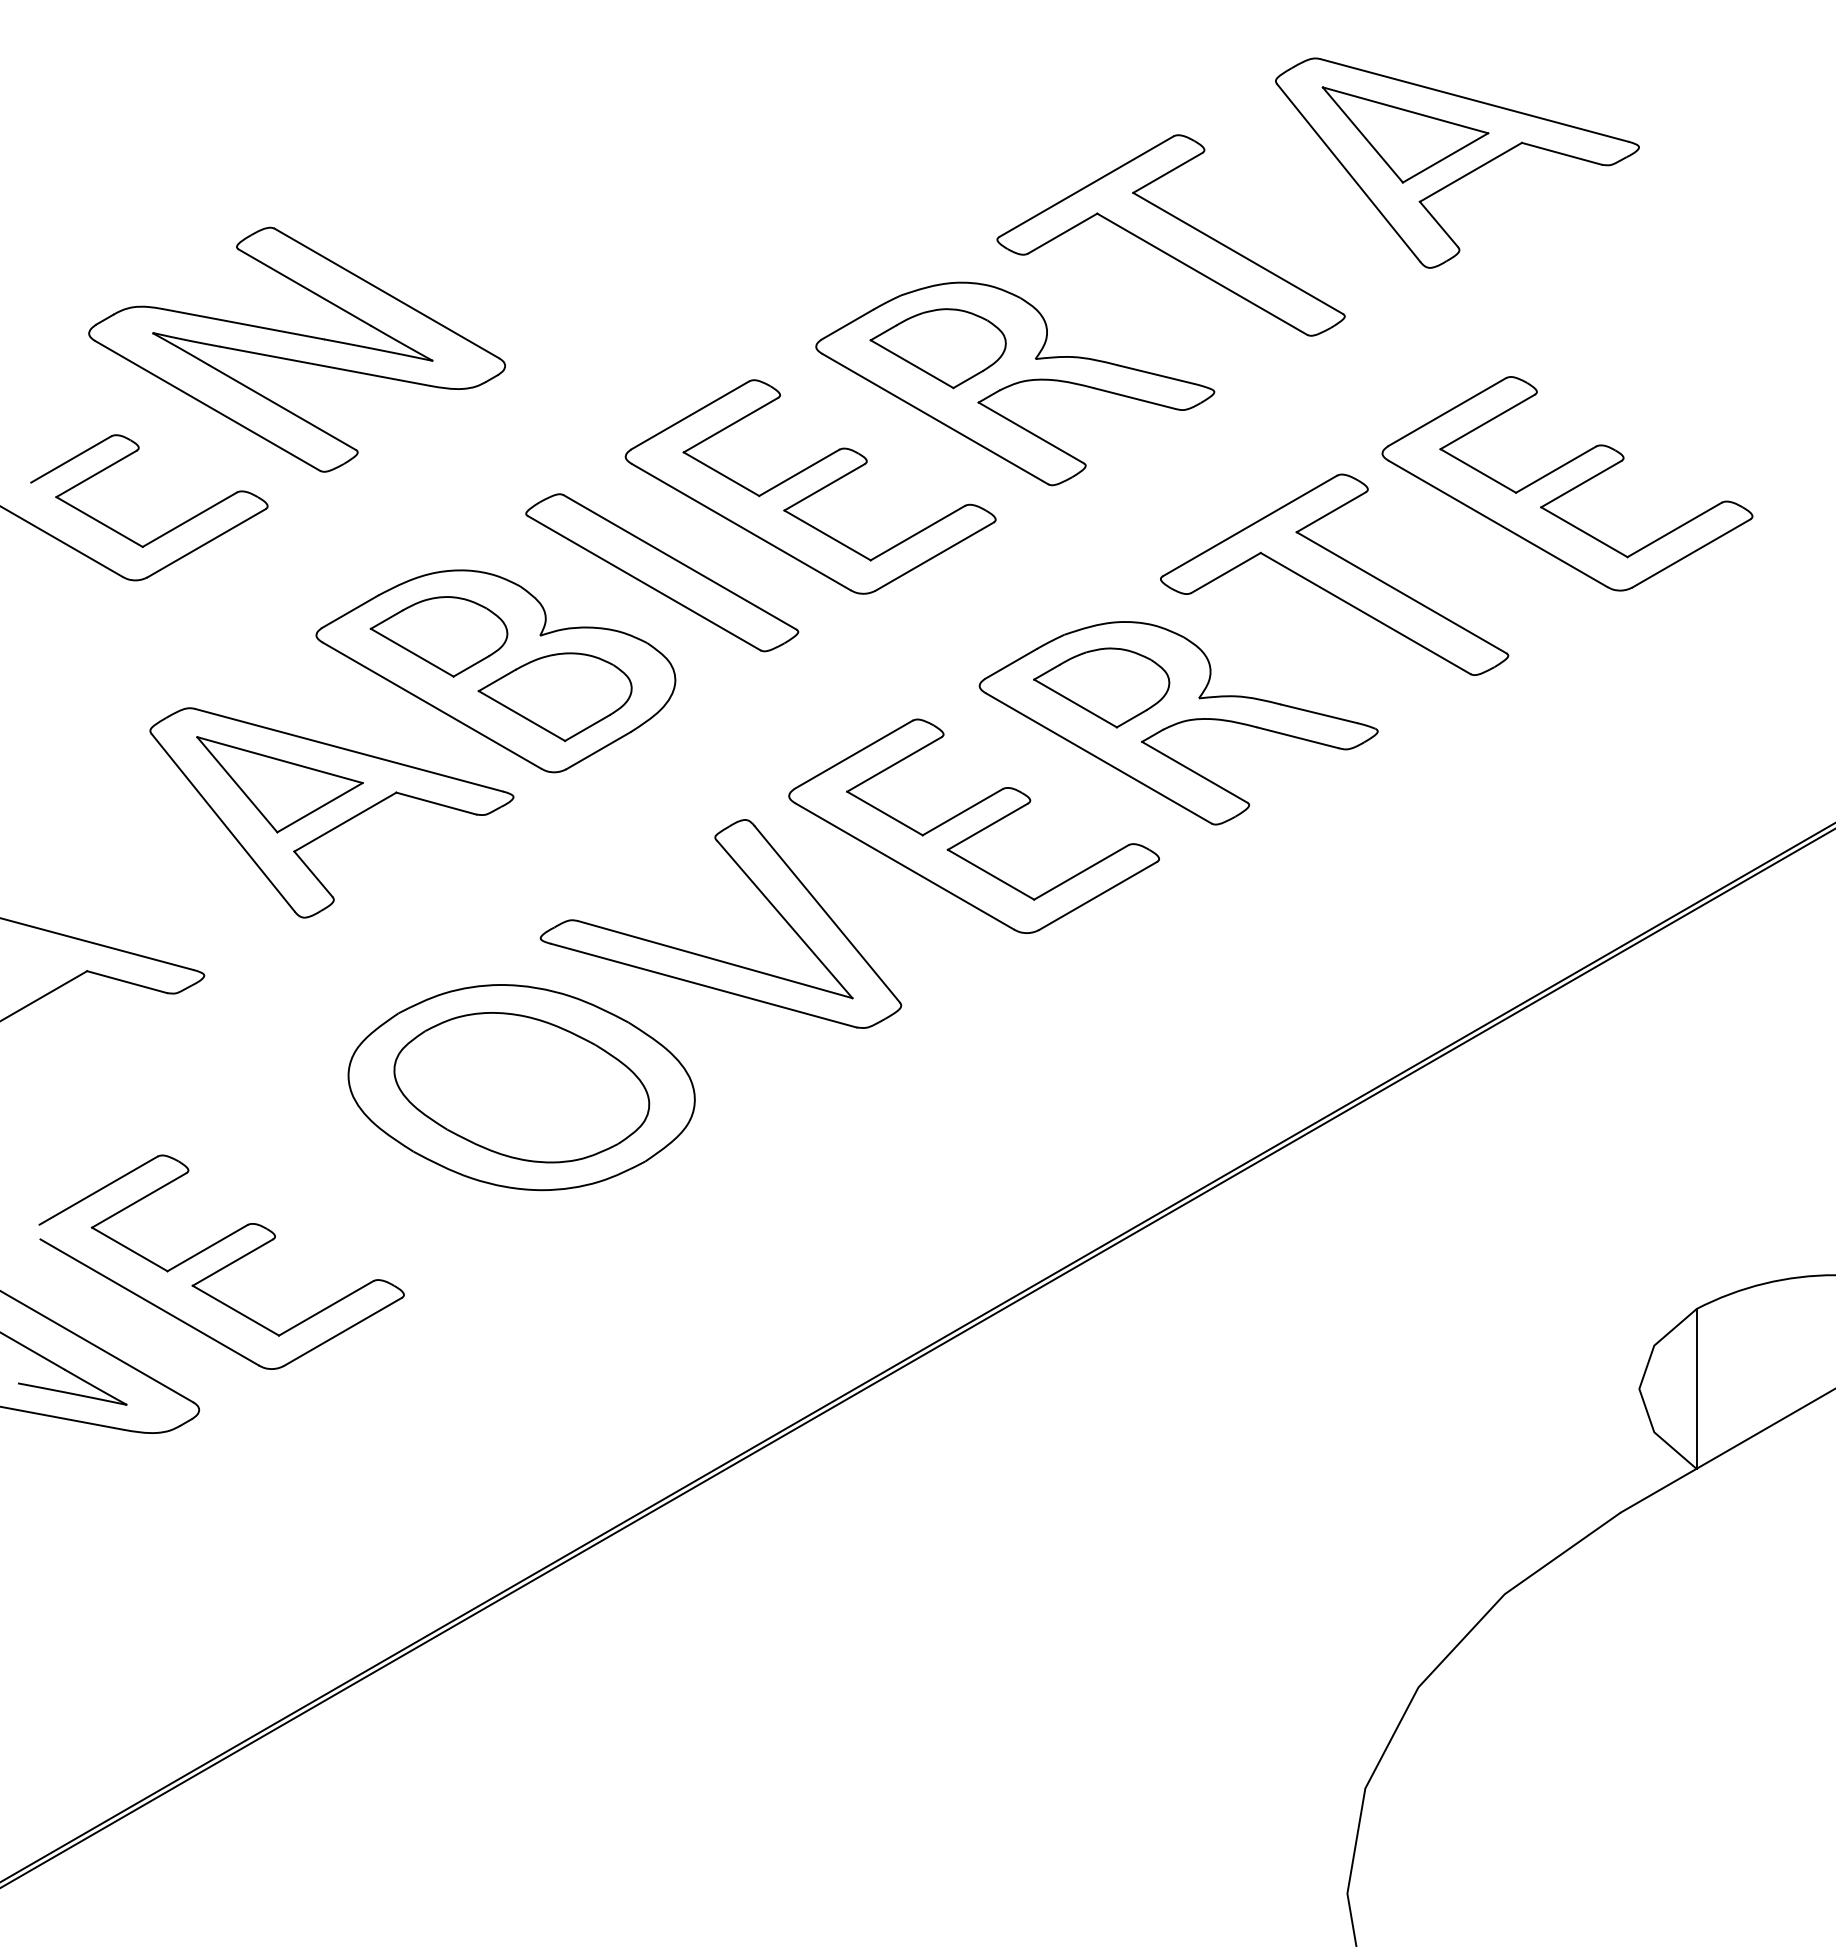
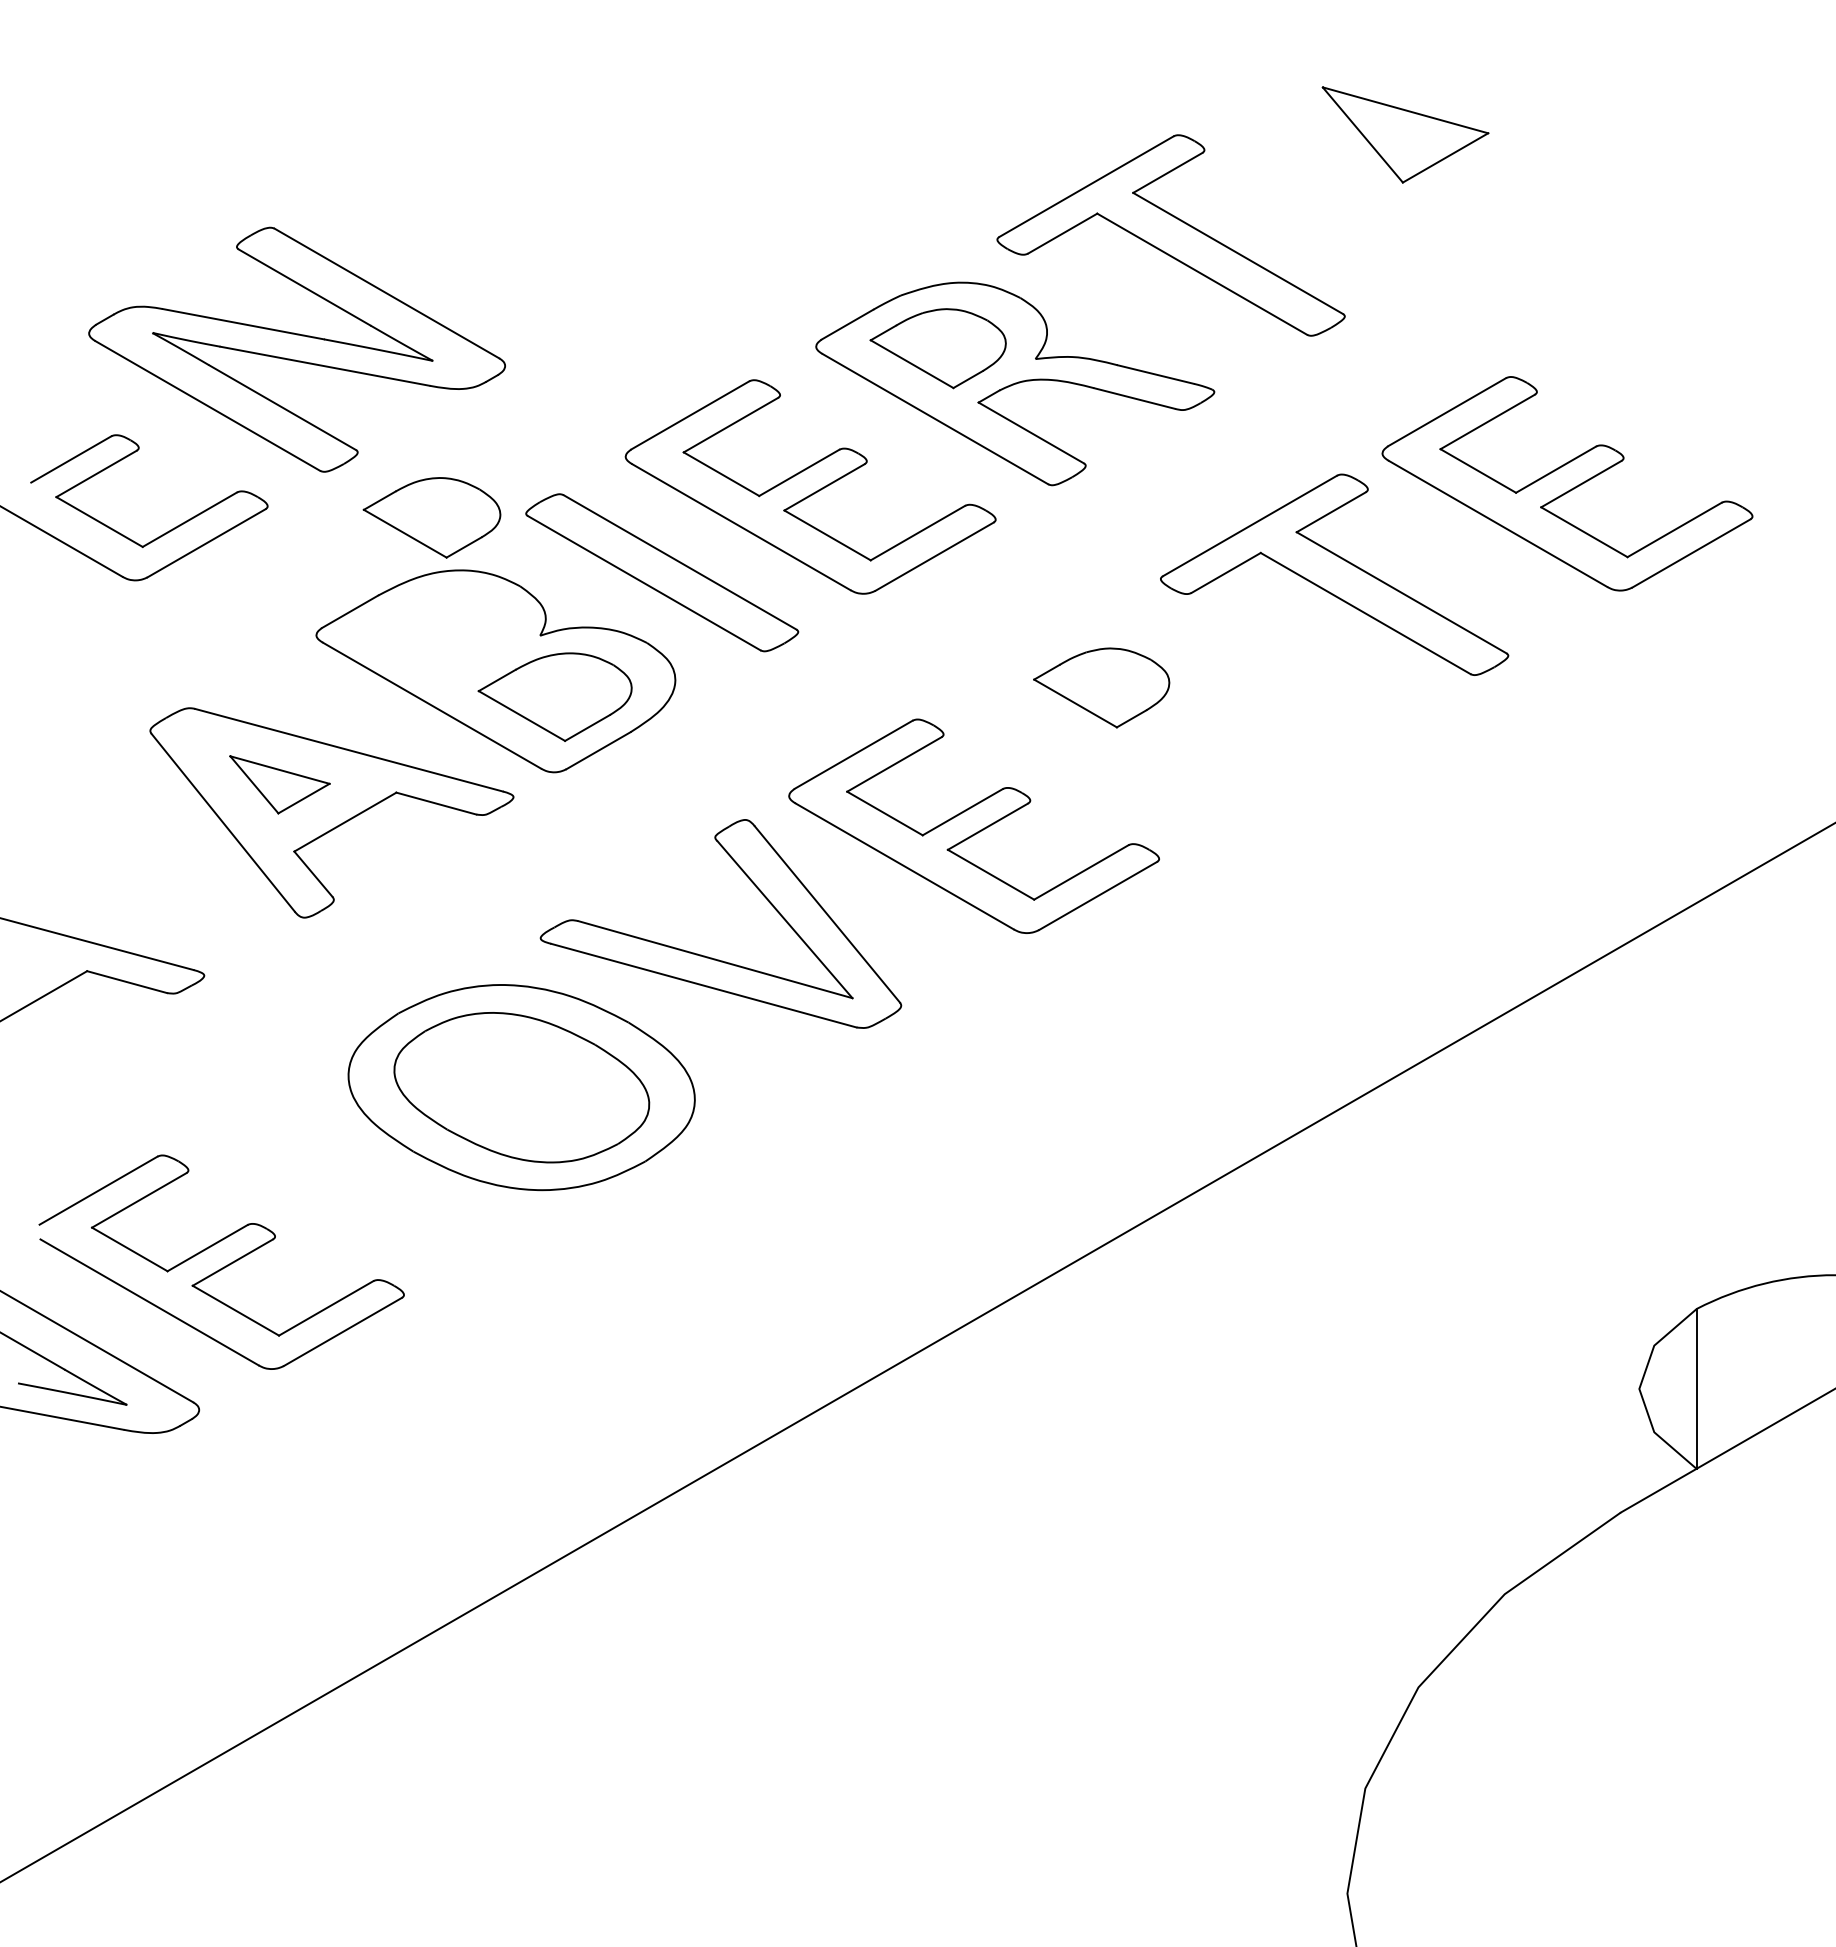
part at (1457, 162): present -> none
part at (438, 636) position: (438, 636) -> (431, 517)
part at (1178, 723): present -> none
part at (279, 784) size: 168x98 px -> 102x60 px
line at (917, 1358): present -> none
